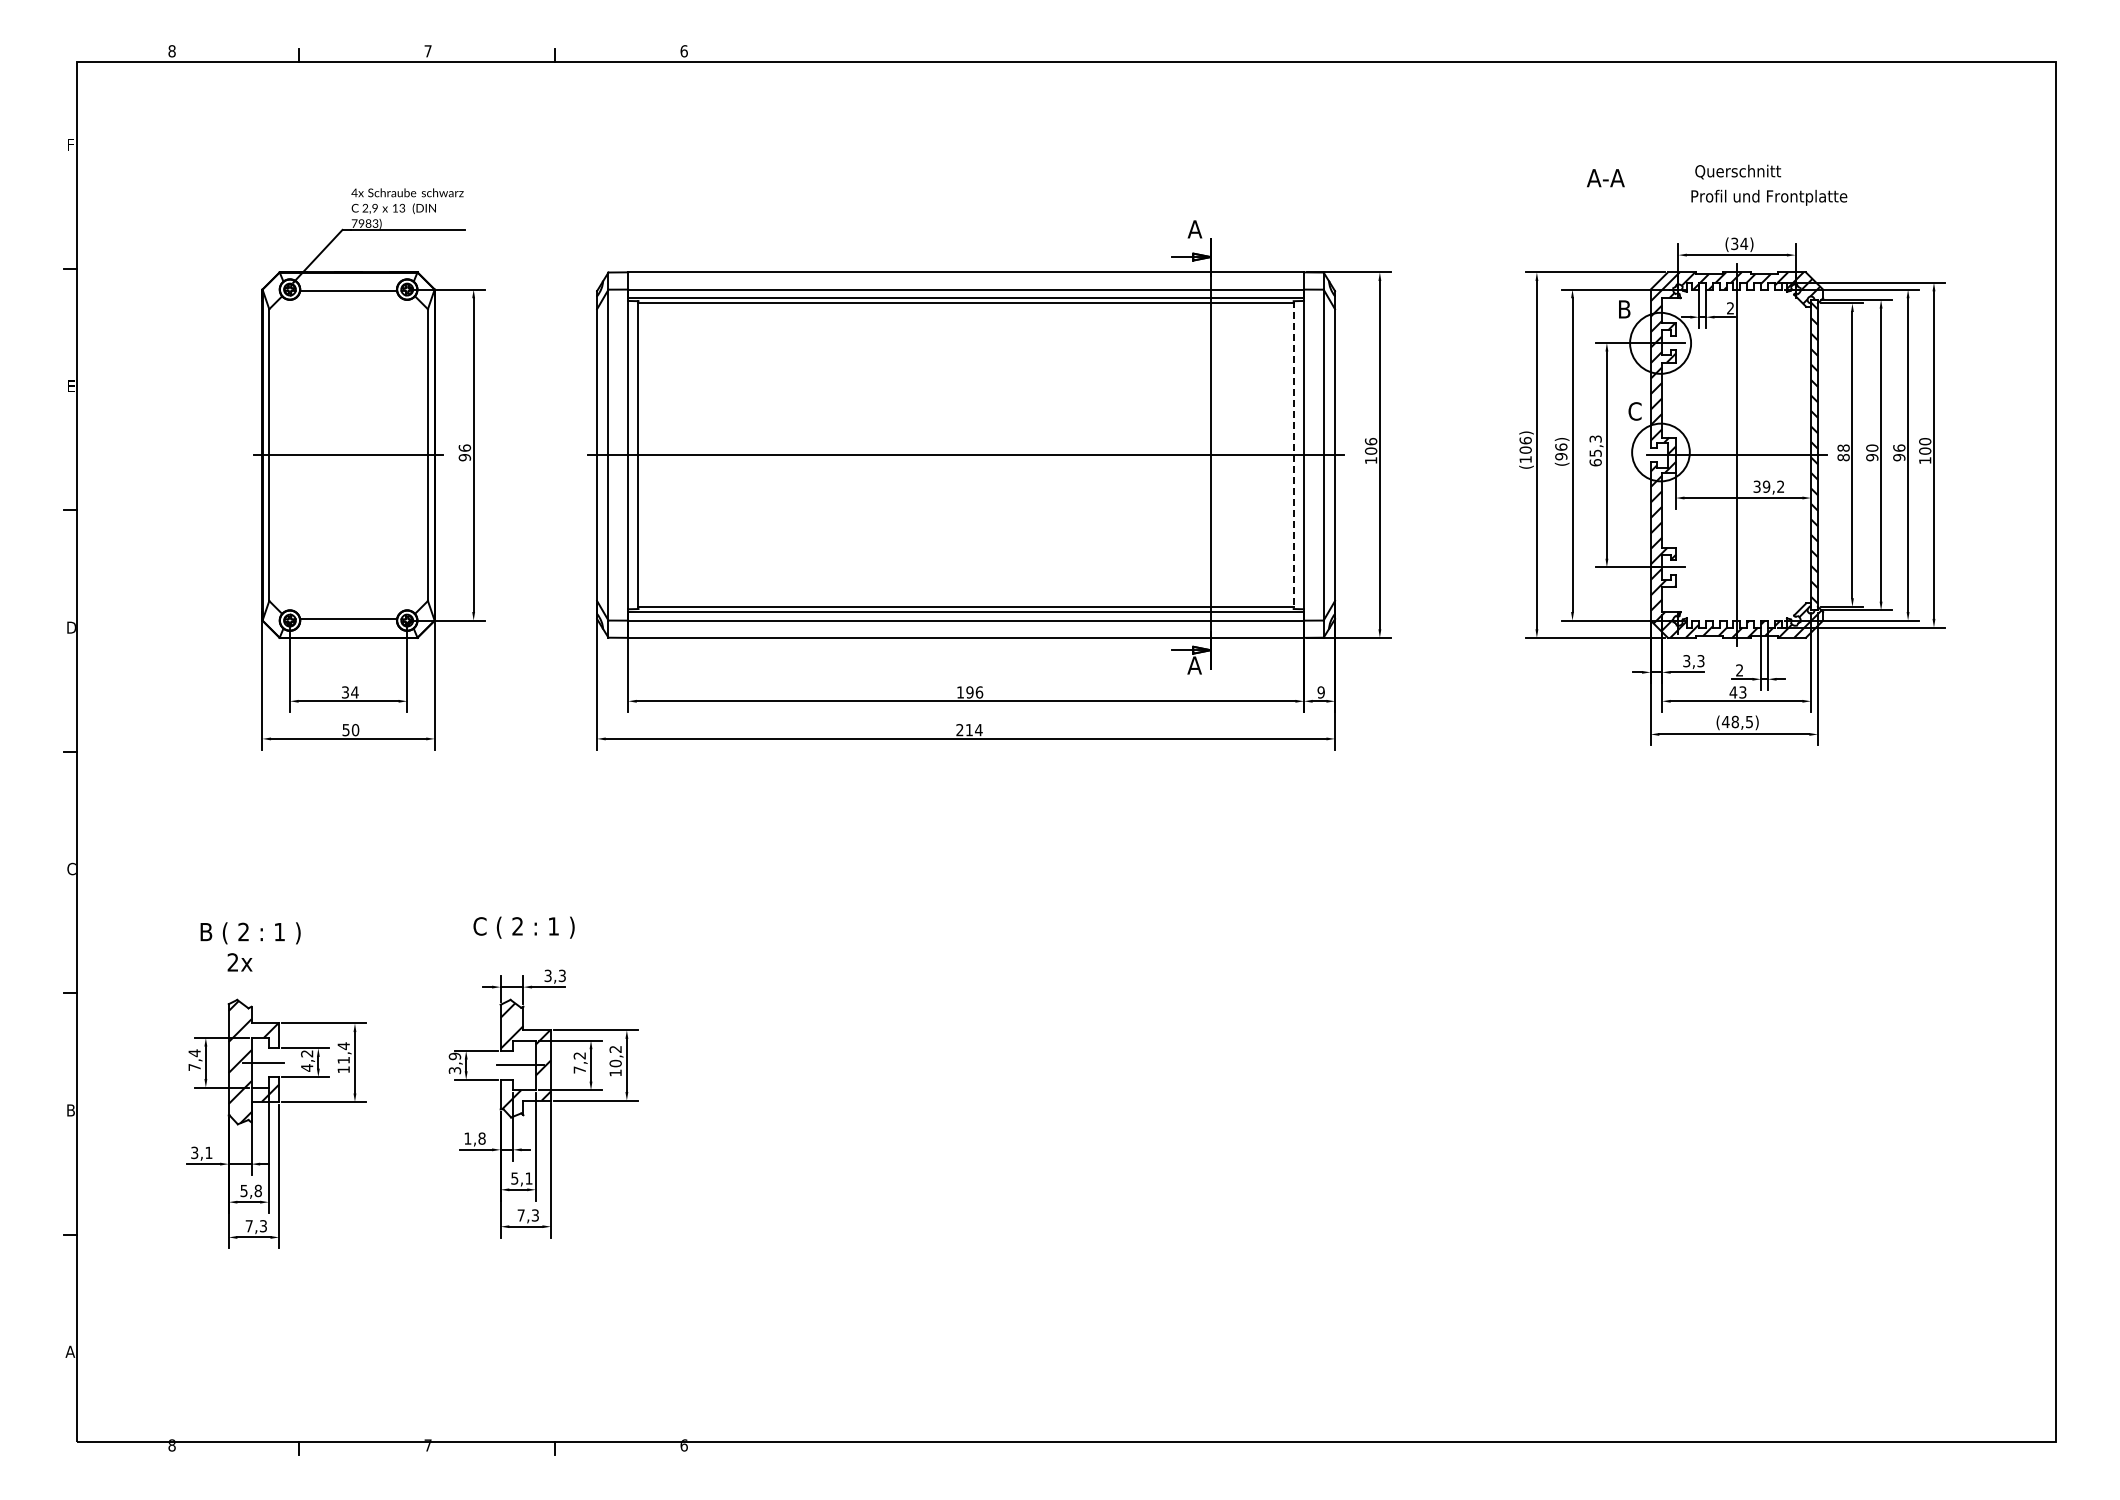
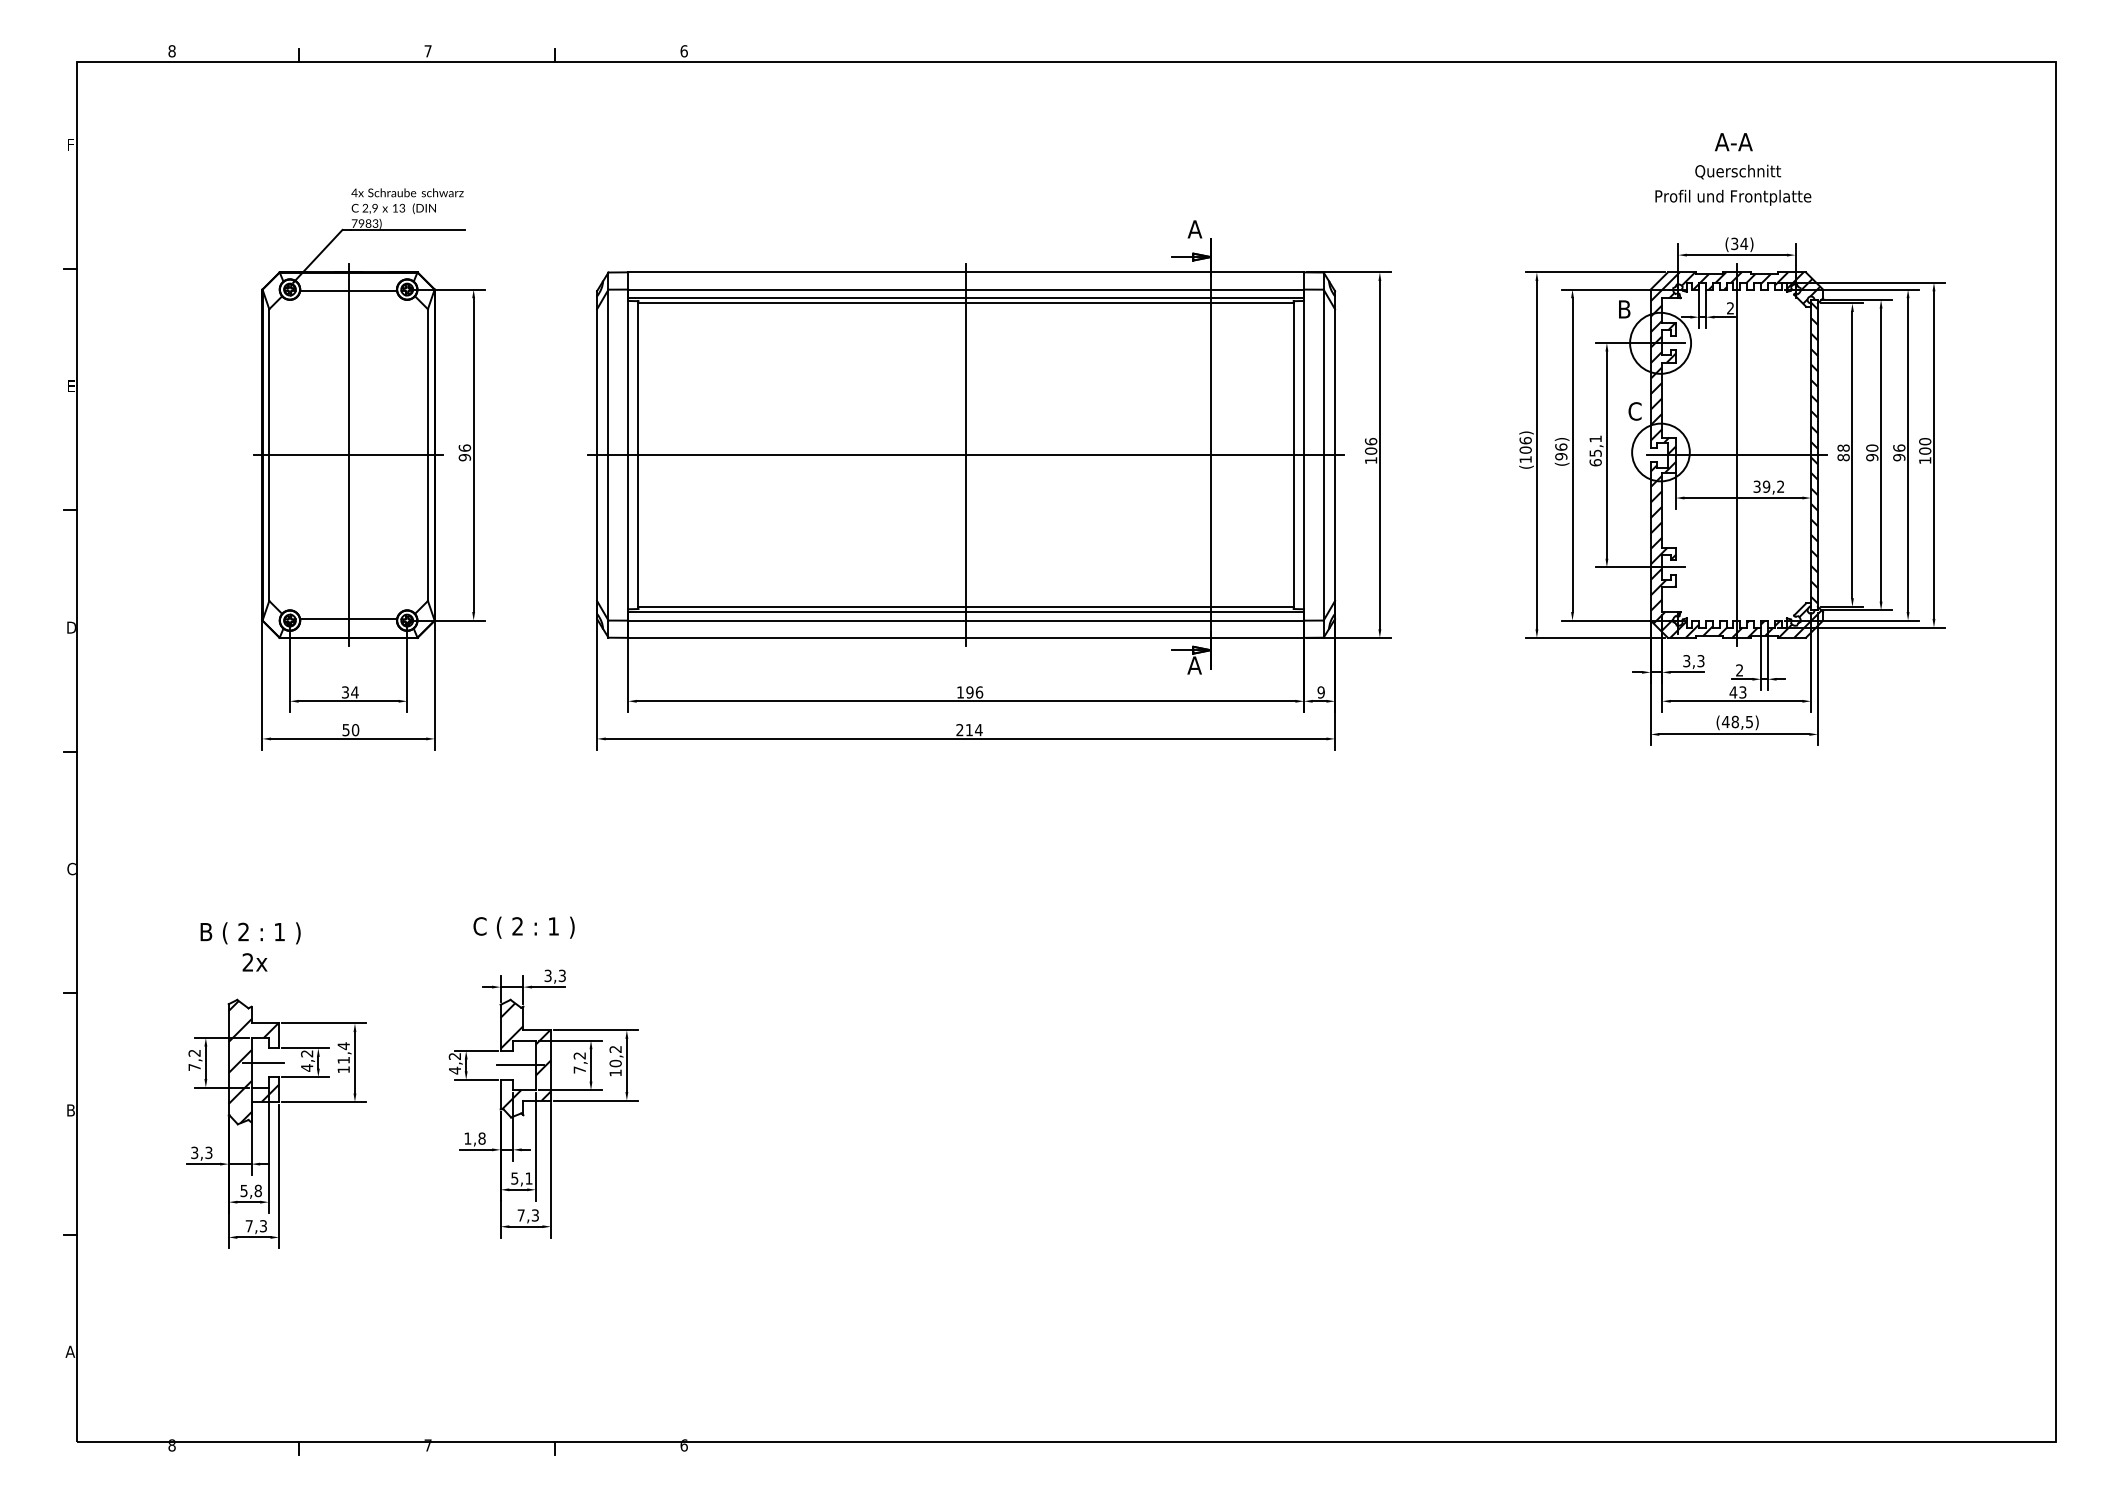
text at (1605, 178) position: (1605, 178) -> (1733, 142)
text at (1769, 197) position: (1769, 197) -> (1733, 197)
text at (1595, 438): 65,3 -> 65,1
line at (348, 454): none -> present
line at (966, 454): none -> present
line at (1293, 455): dashed -> solid
text at (239, 962) position: (239, 962) -> (254, 962)
text at (194, 1053): 7,4 -> 7,2
text at (454, 1063): 3,9 -> 4,2
text at (208, 1152): 3,1 -> 3,3
